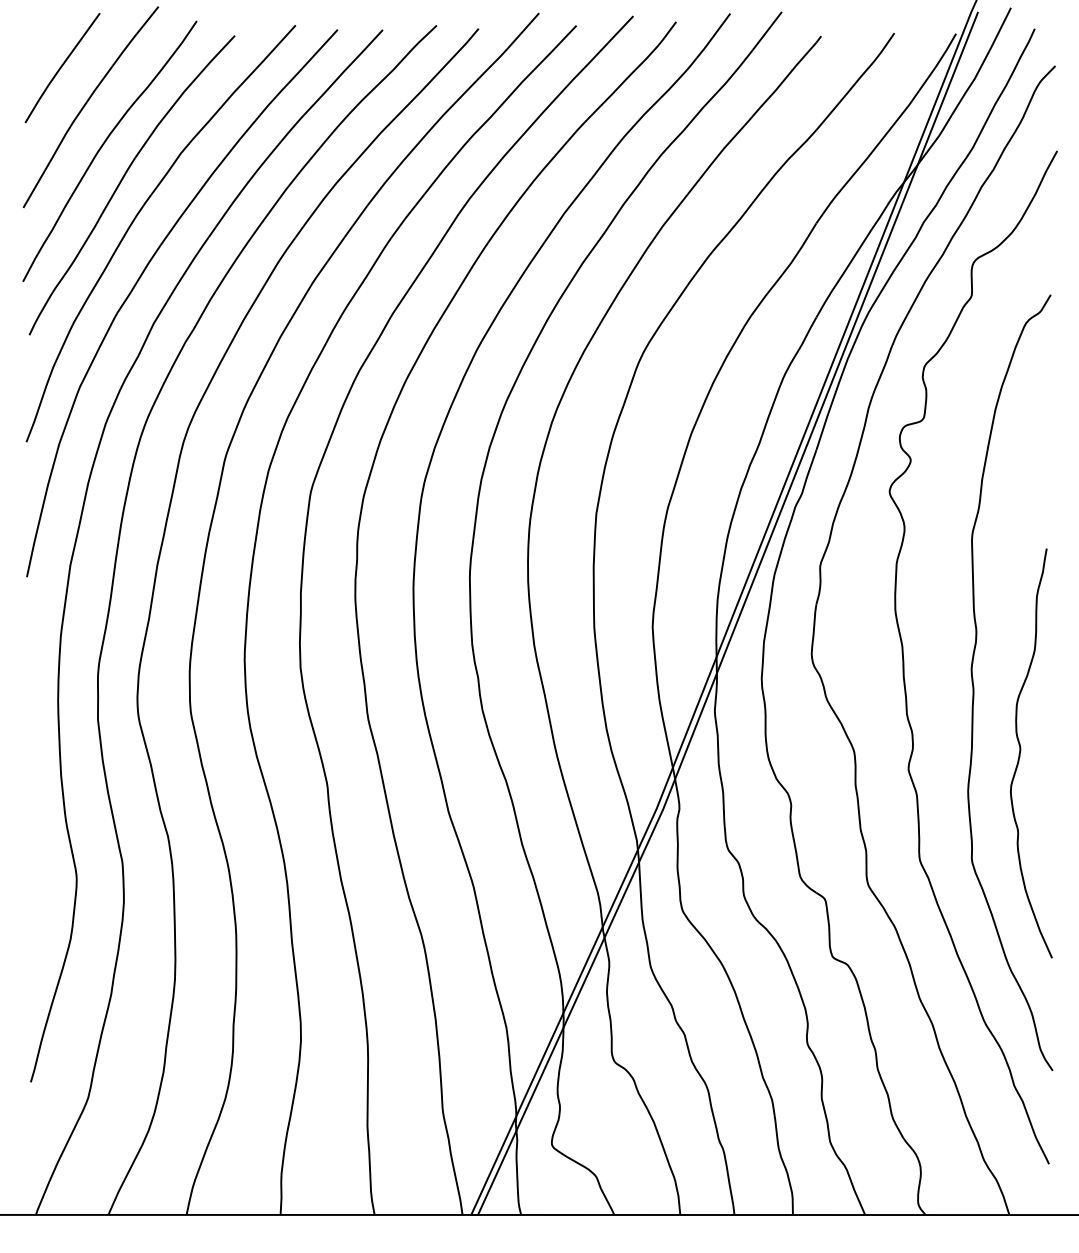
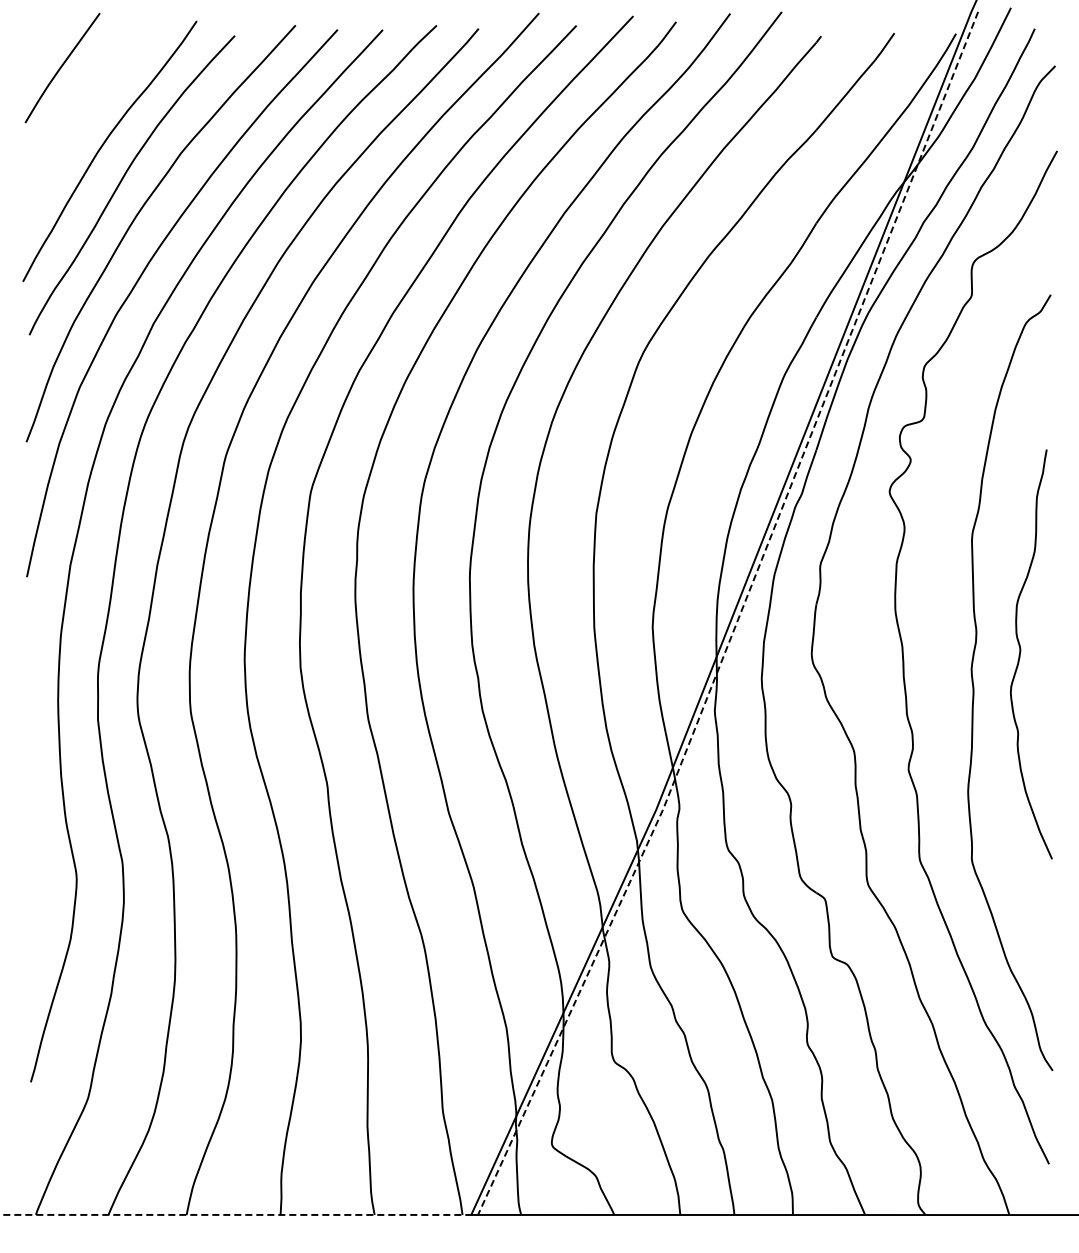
curve at (87, 103): present -> none
curve at (1021, 750) position: (1021, 750) -> (1021, 651)
line at (649, 839): solid -> dashed
